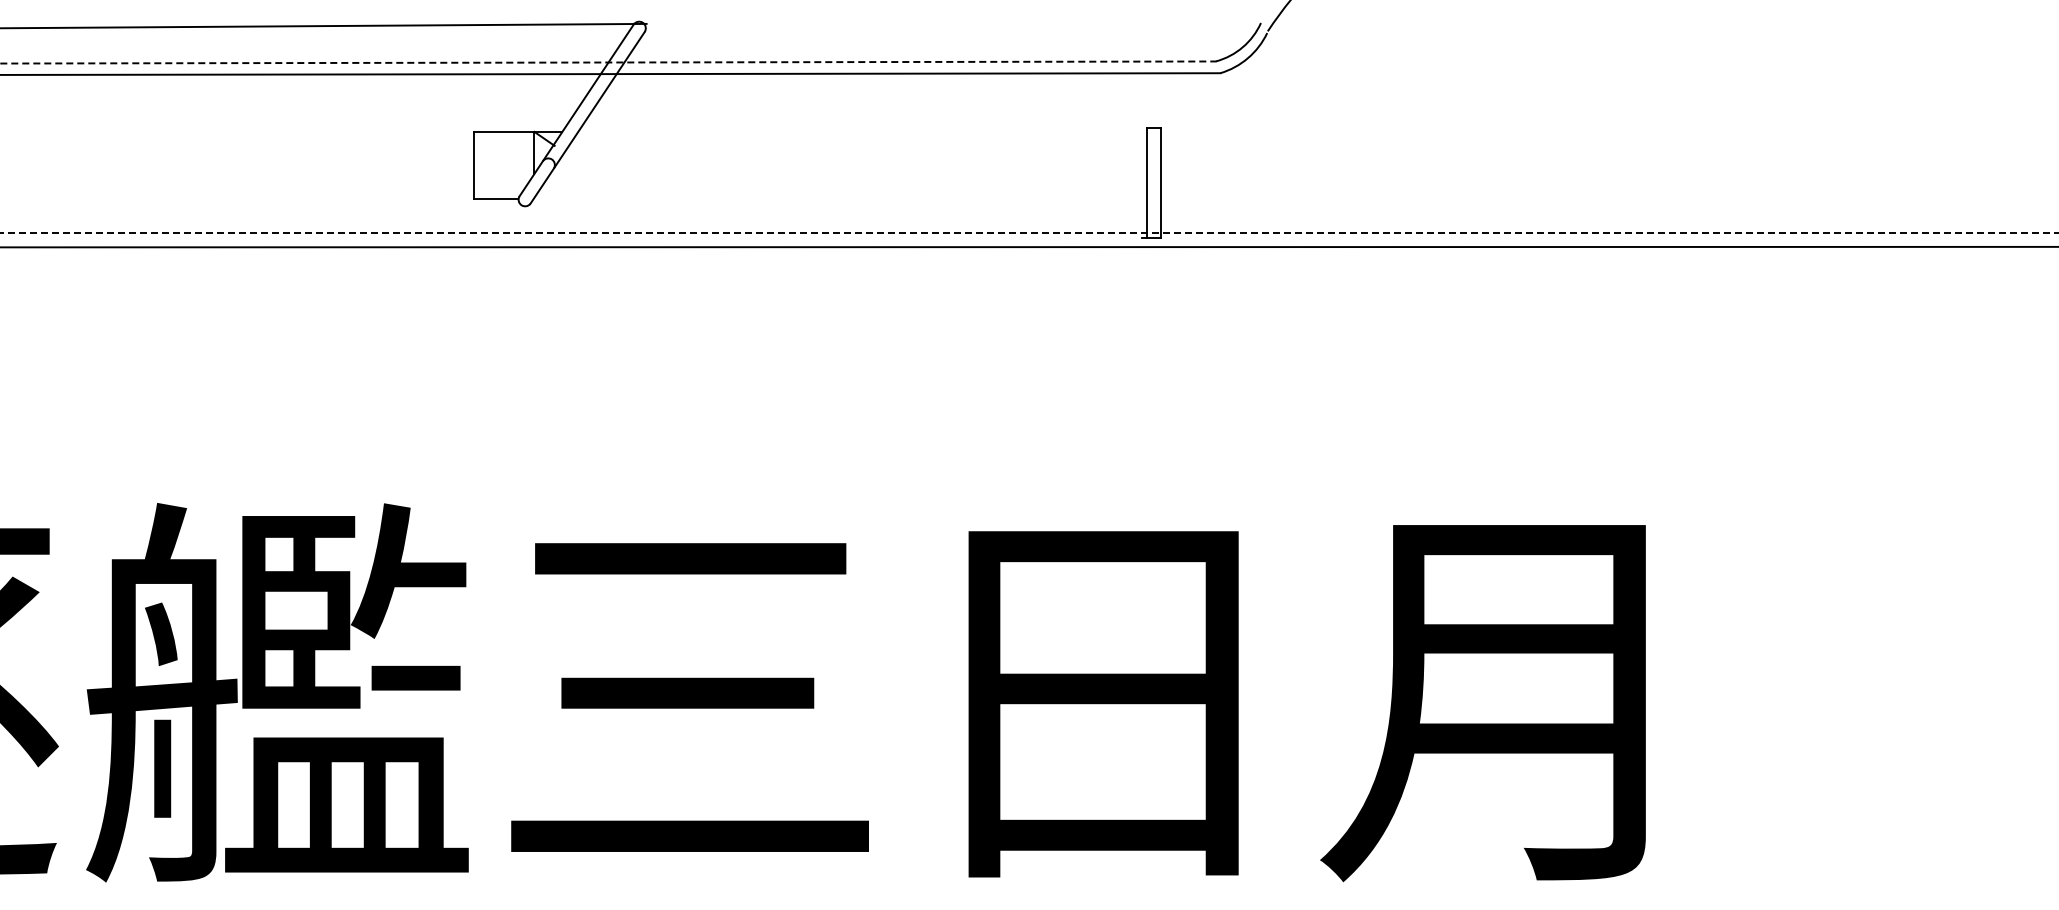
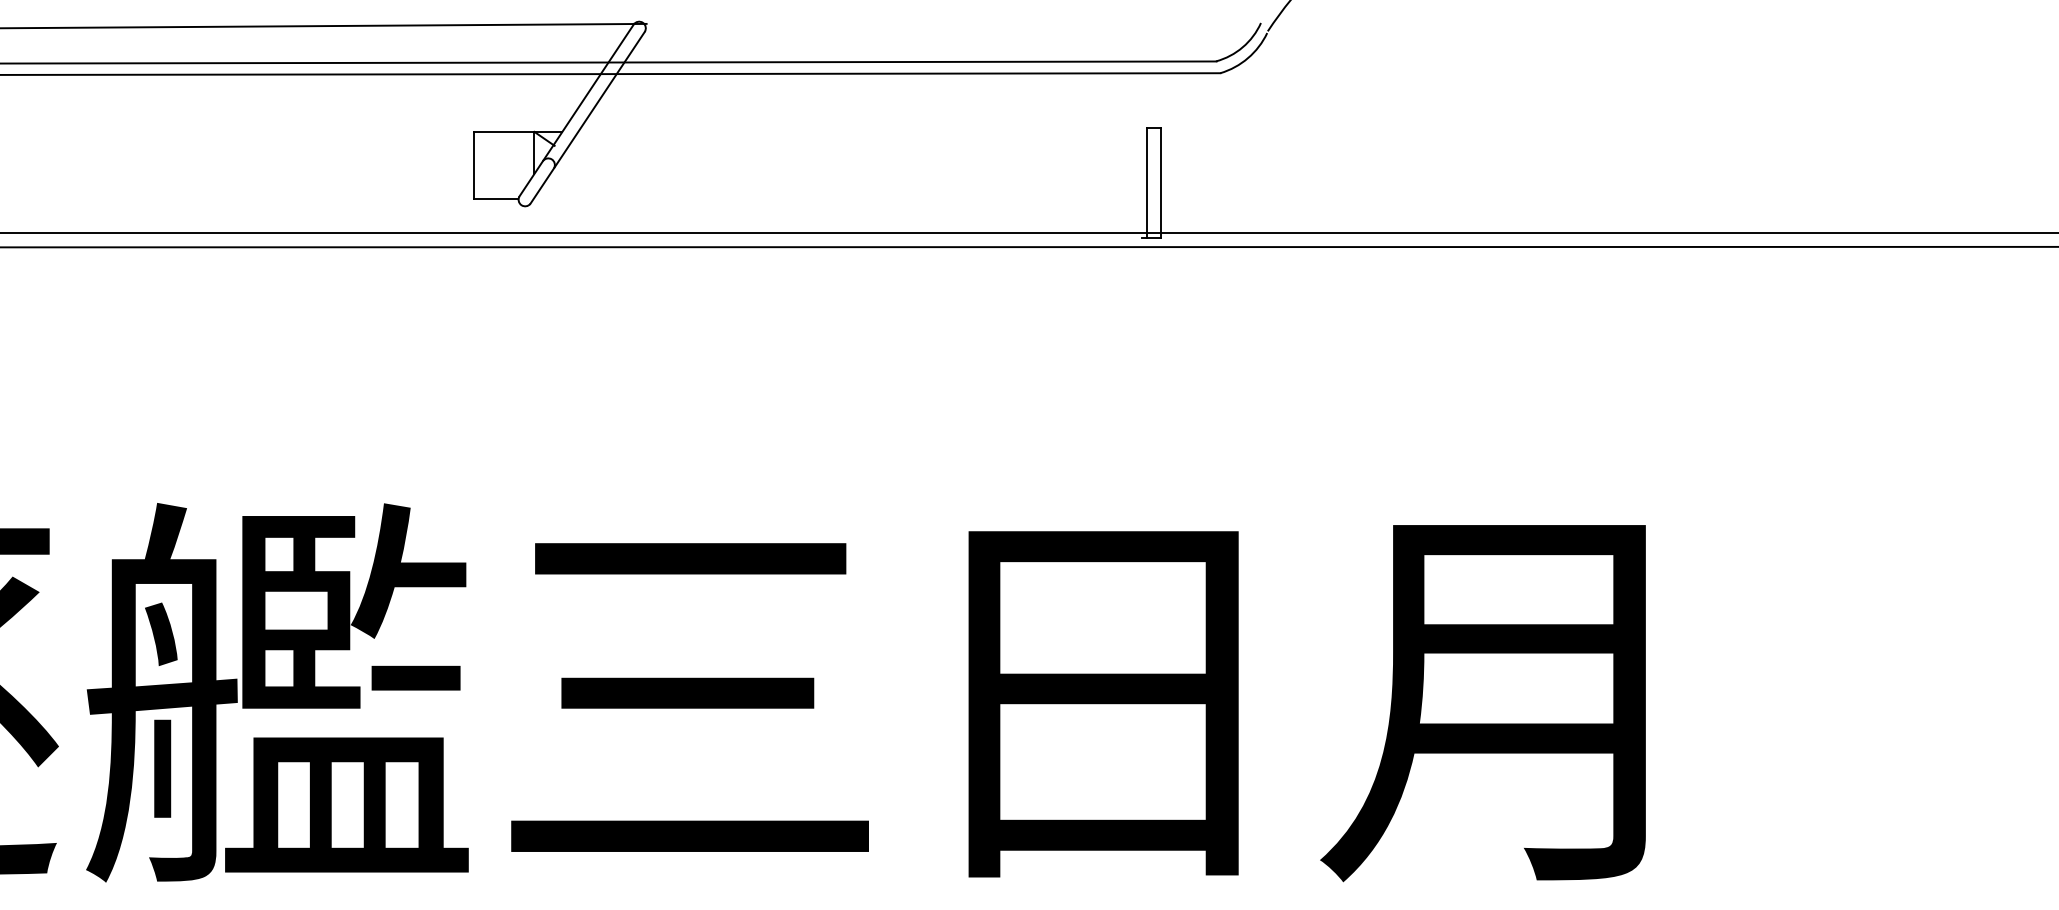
line at (608, 62): dashed -> solid
line at (1029, 232): dashed -> solid
